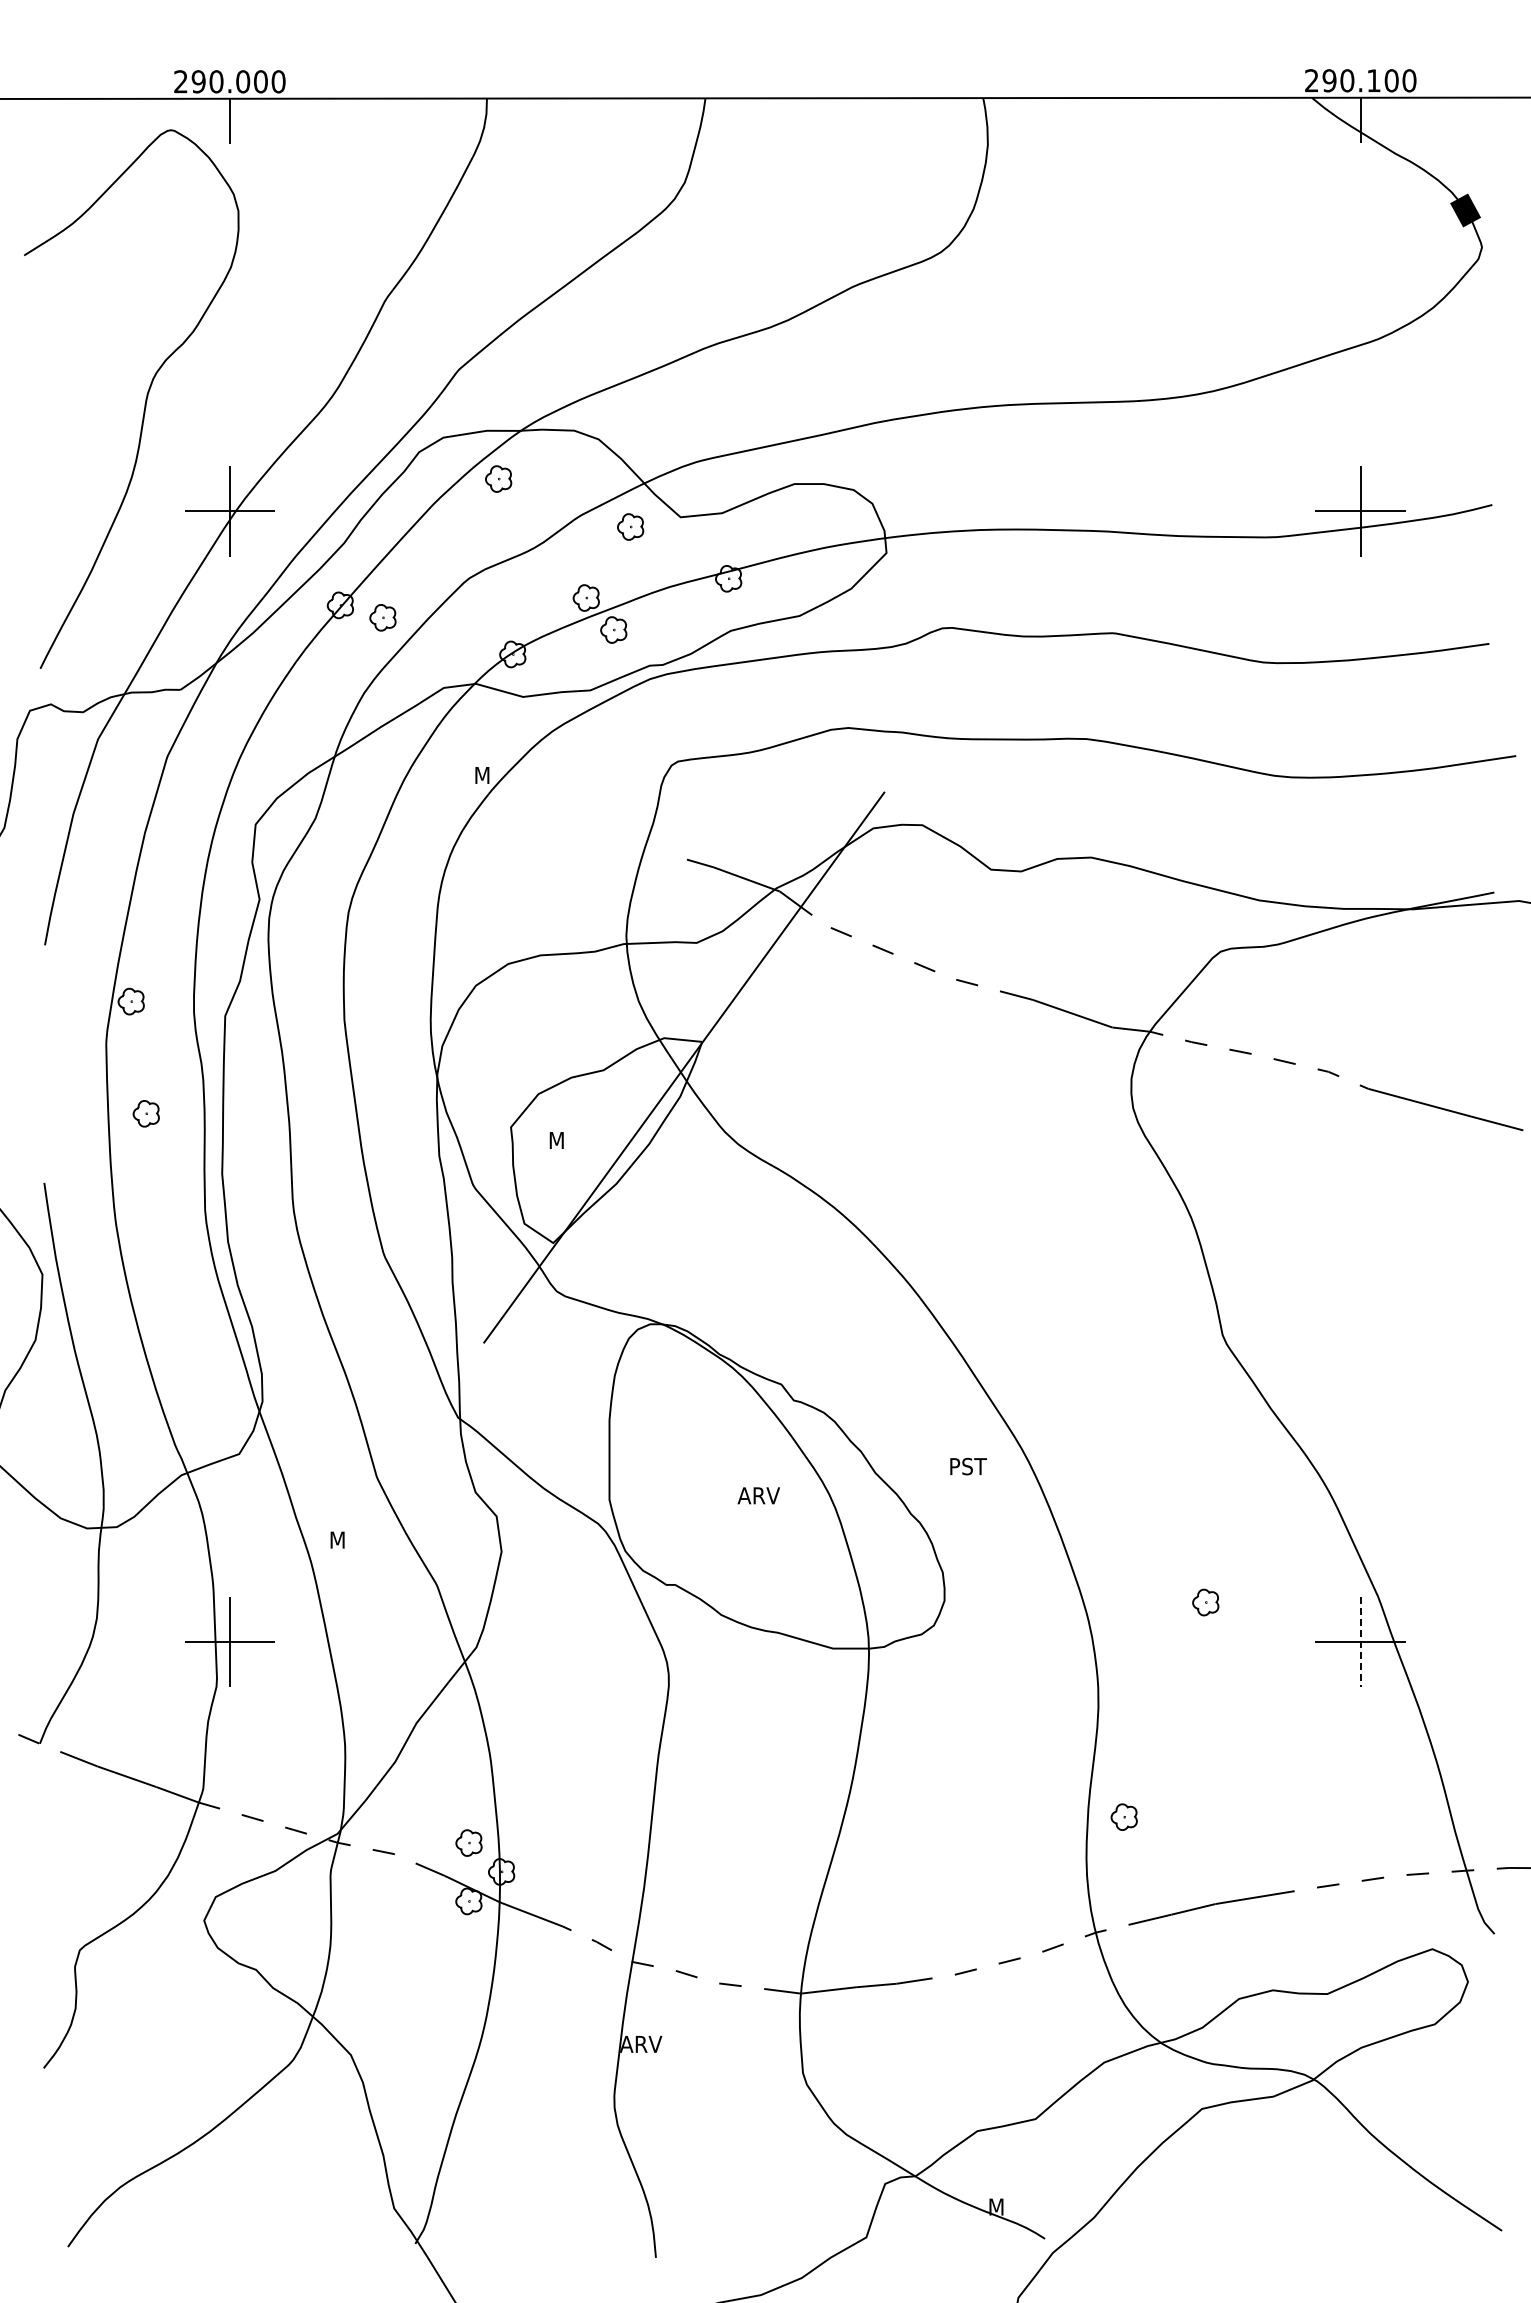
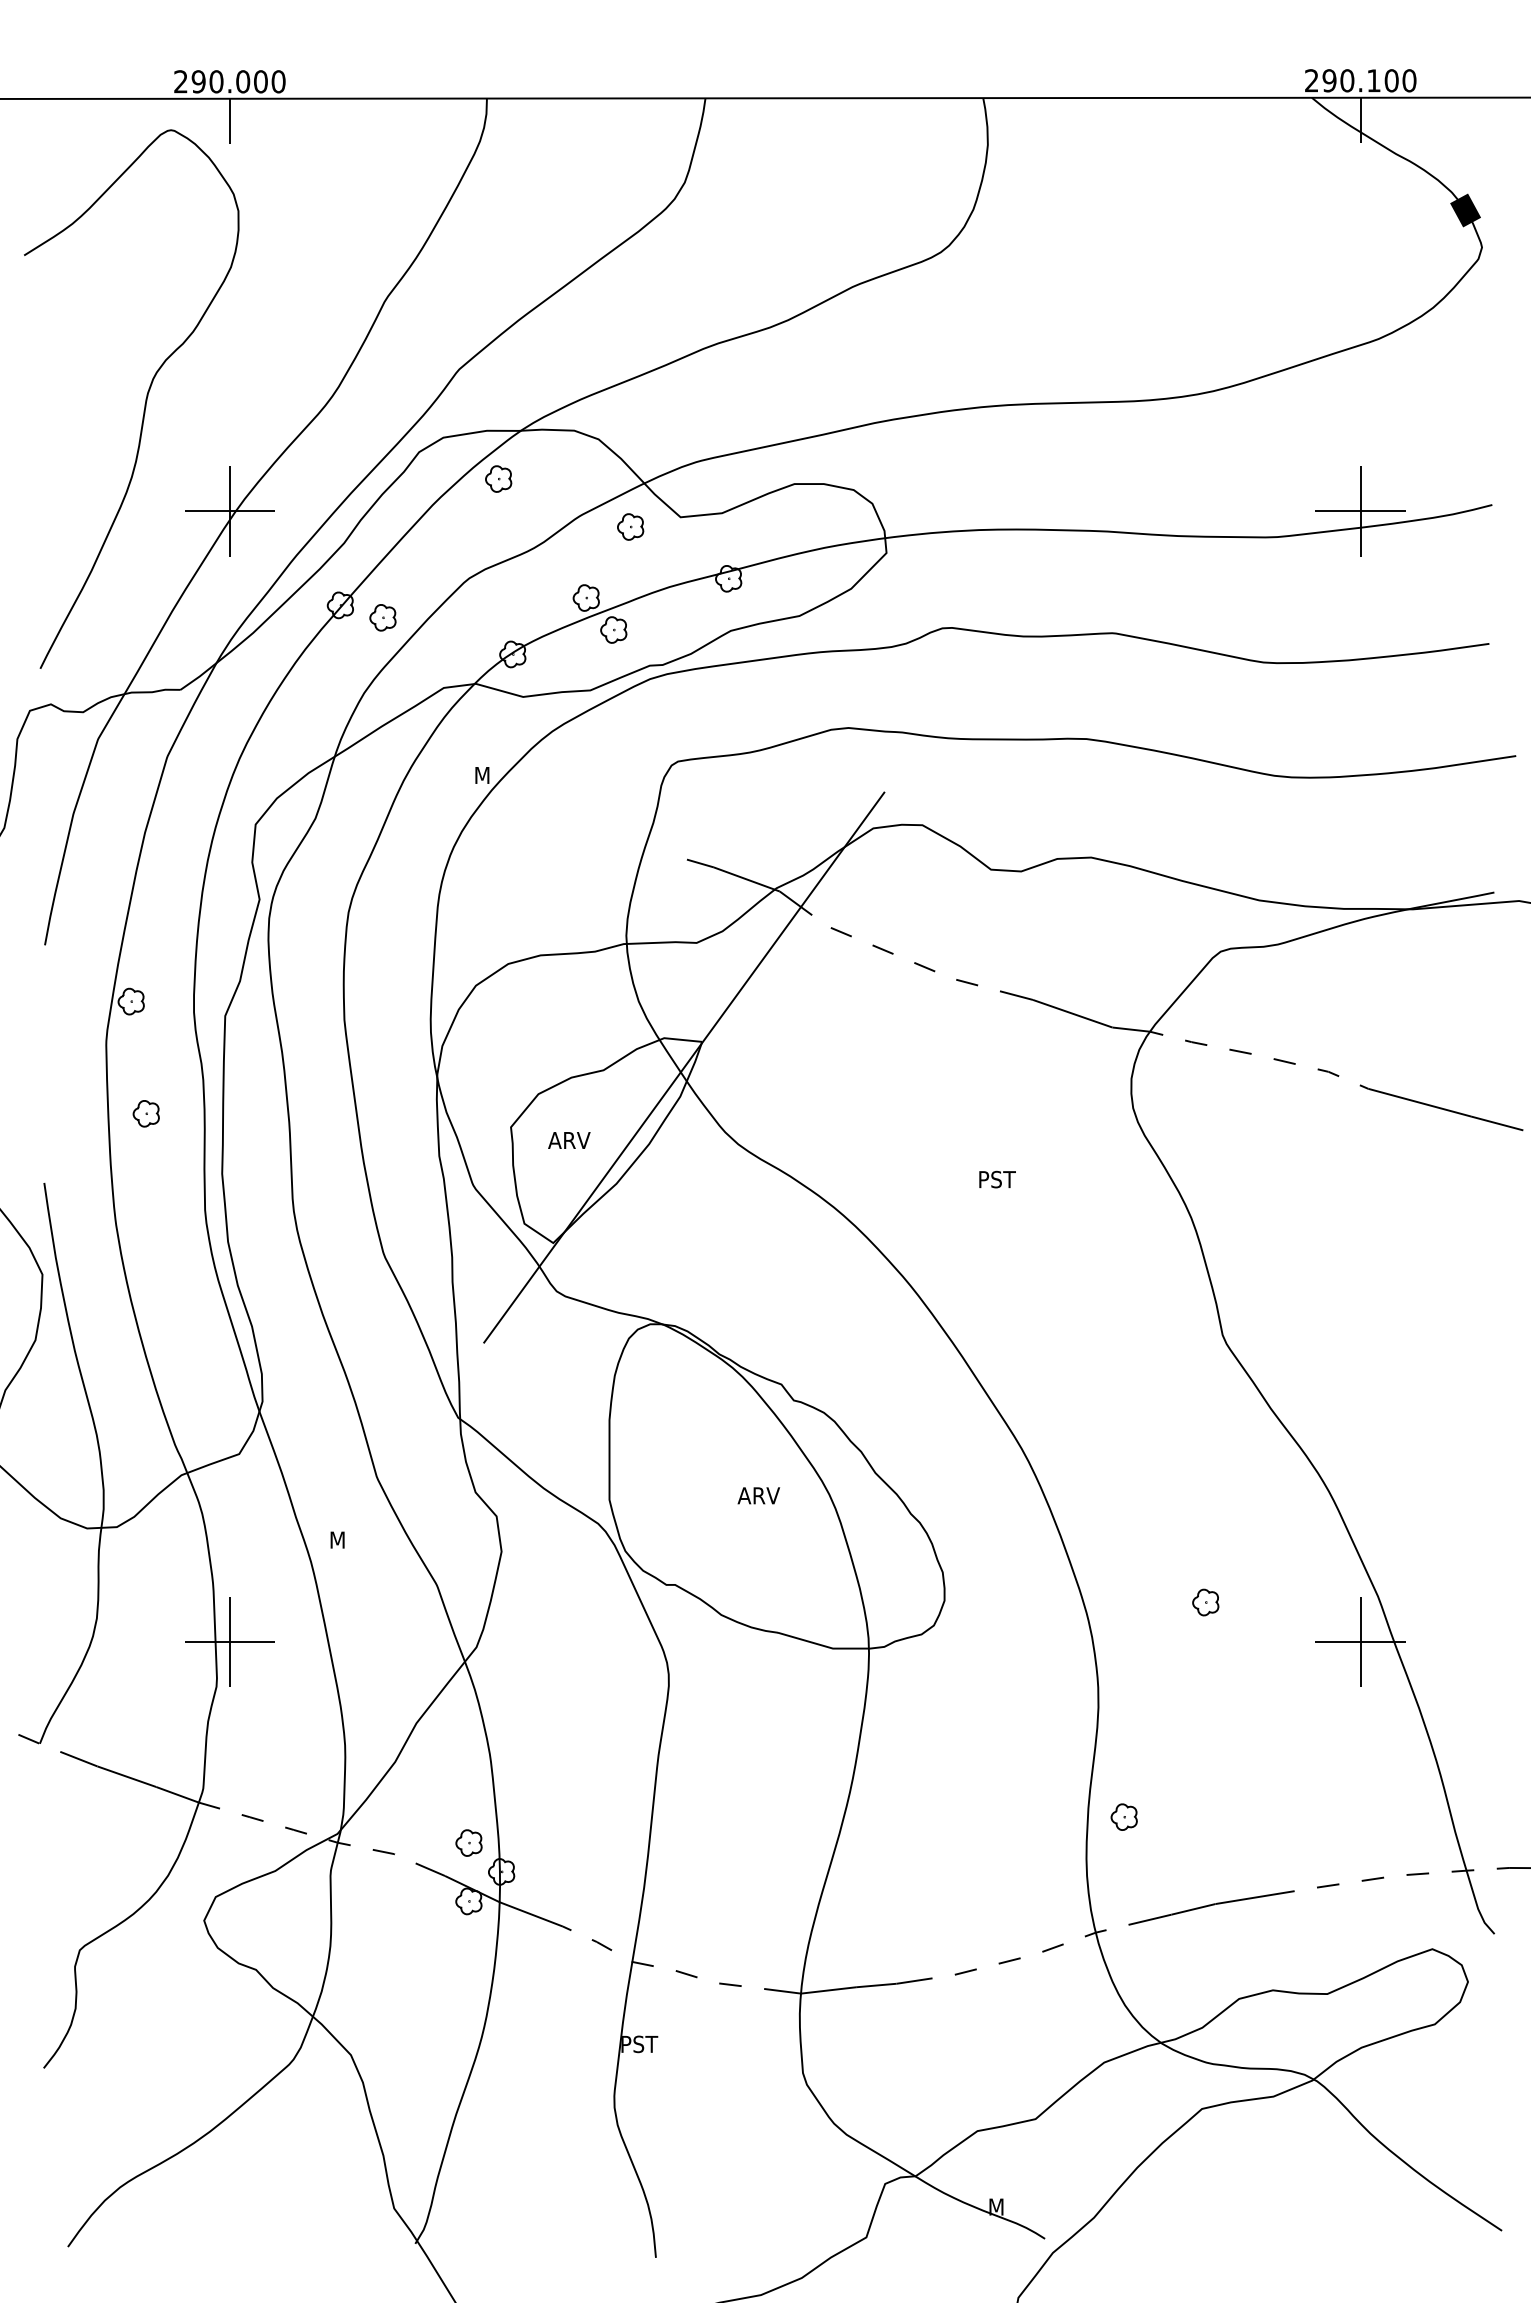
text at (569, 1140): M -> ARV
text at (968, 1466) position: (968, 1466) -> (997, 1179)
line at (1360, 1642): dashed -> solid
text at (641, 2044): ARV -> PST
